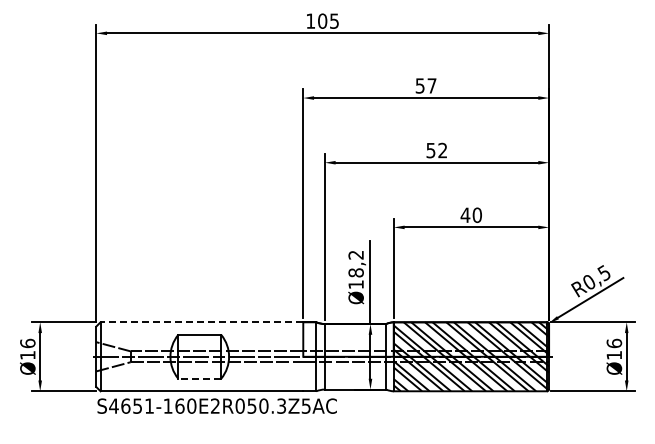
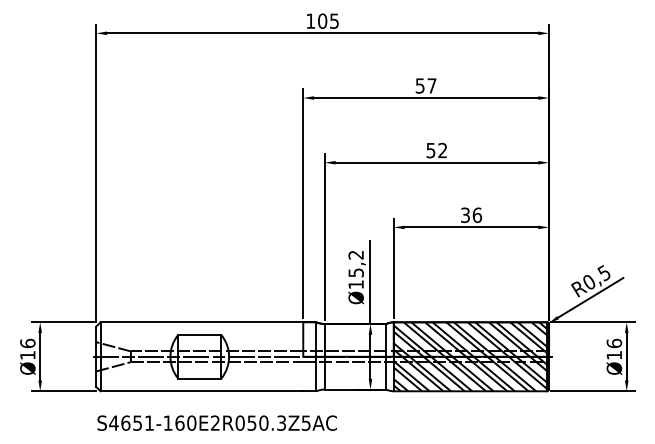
text at (471, 215): 40 -> 36
text at (355, 272): Ø18,2 -> Ø15,2
line at (201, 322): dashed -> solid
line at (199, 378): dashed -> solid
text at (216, 405) position: (216, 405) -> (216, 422)
